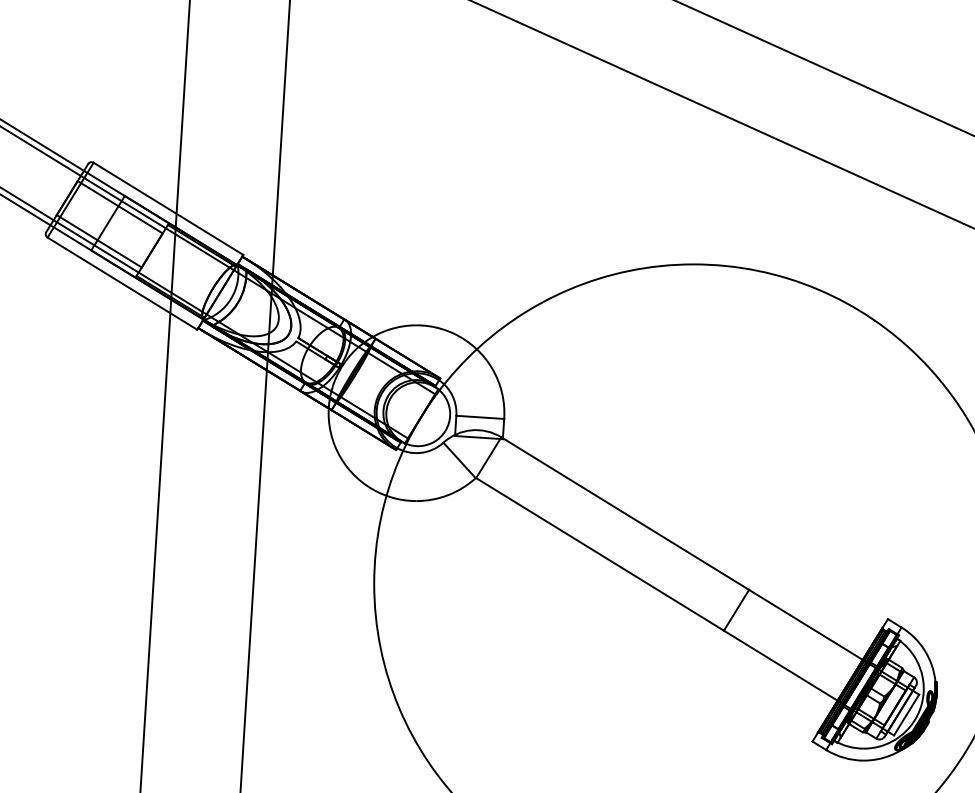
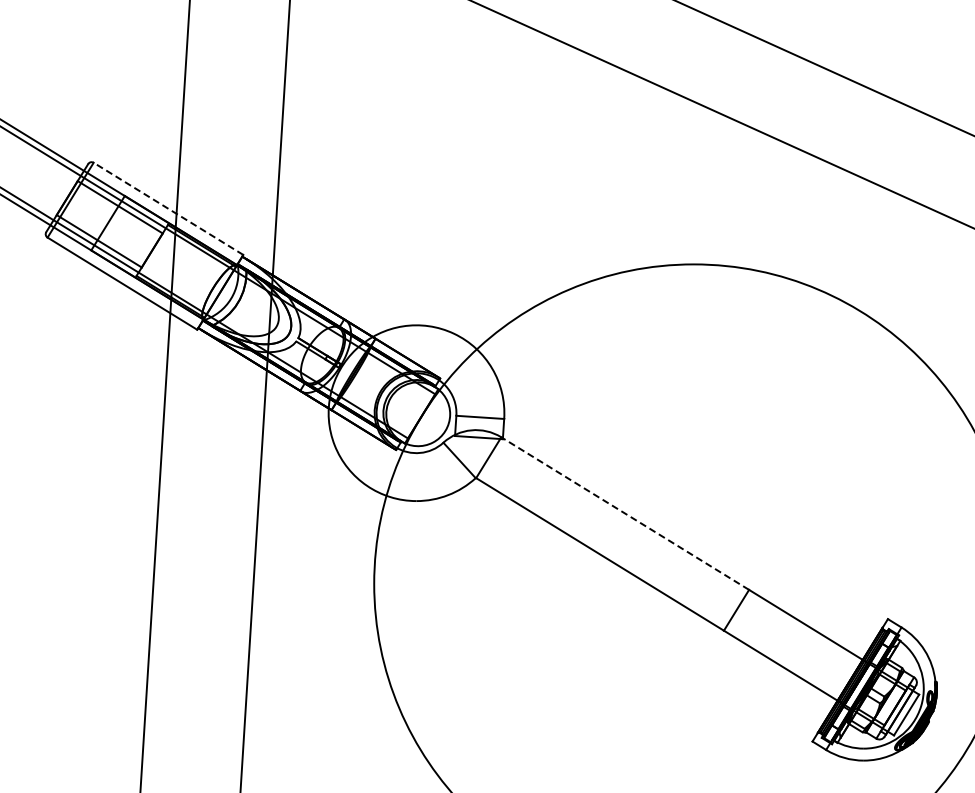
line at (168, 208): solid -> dashed
line at (624, 513): solid -> dashed
